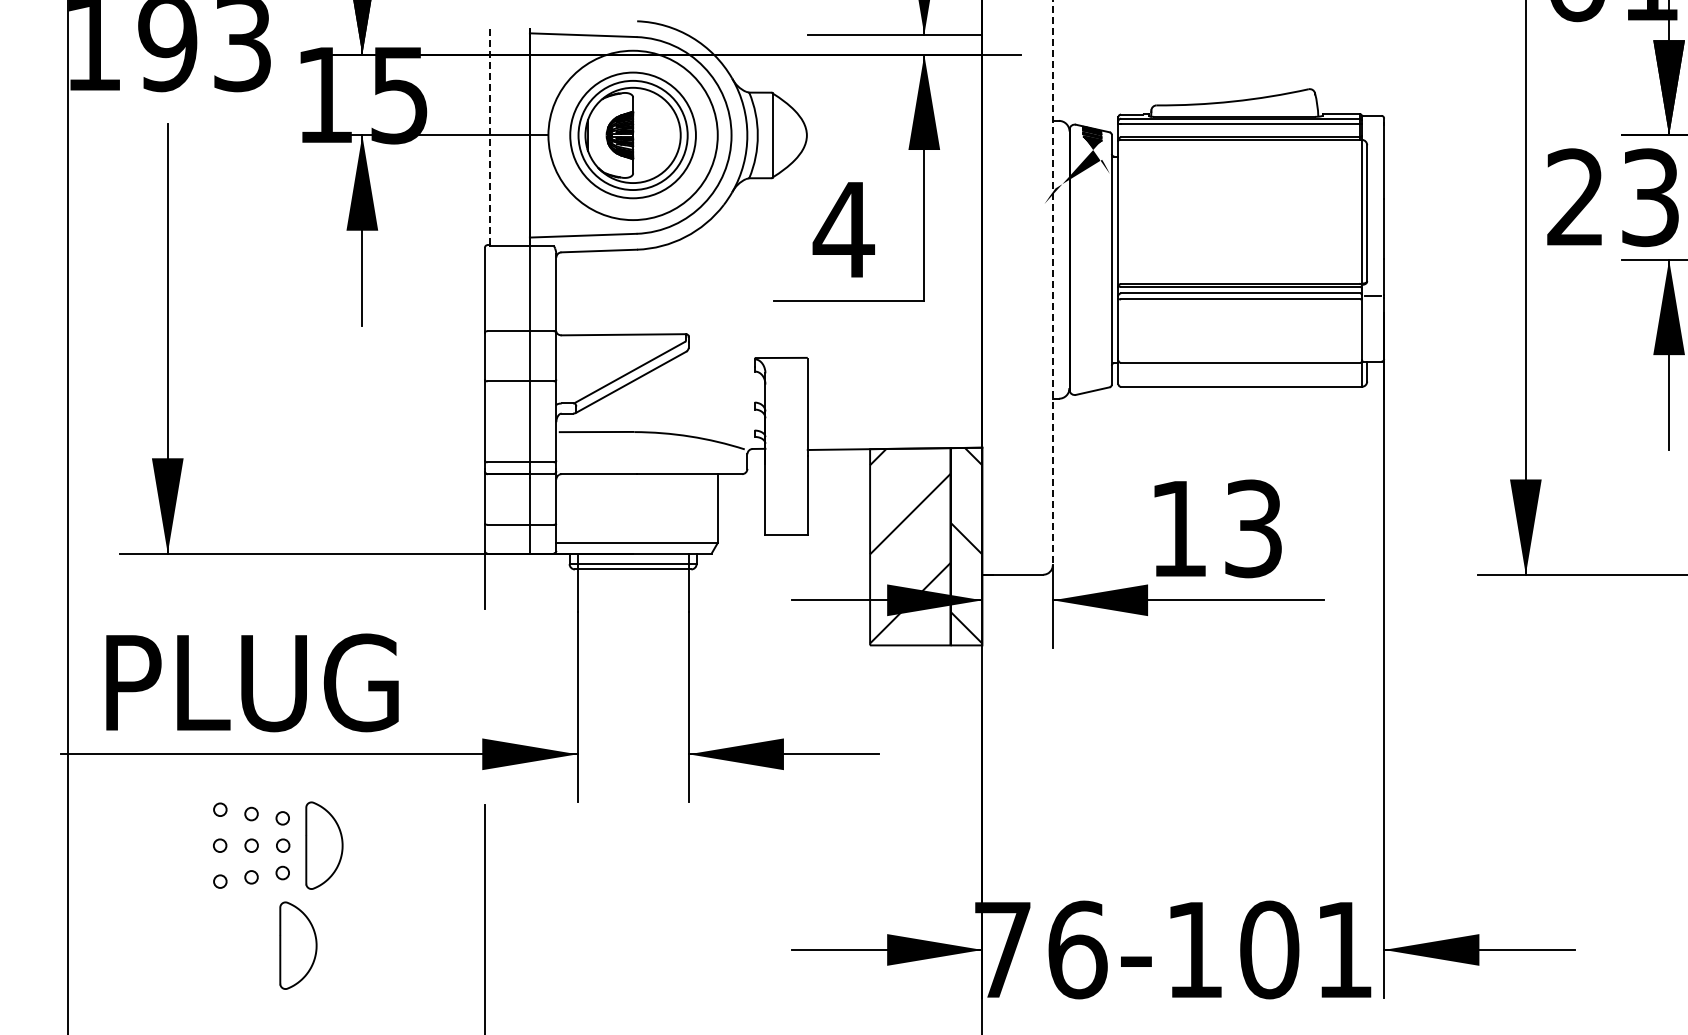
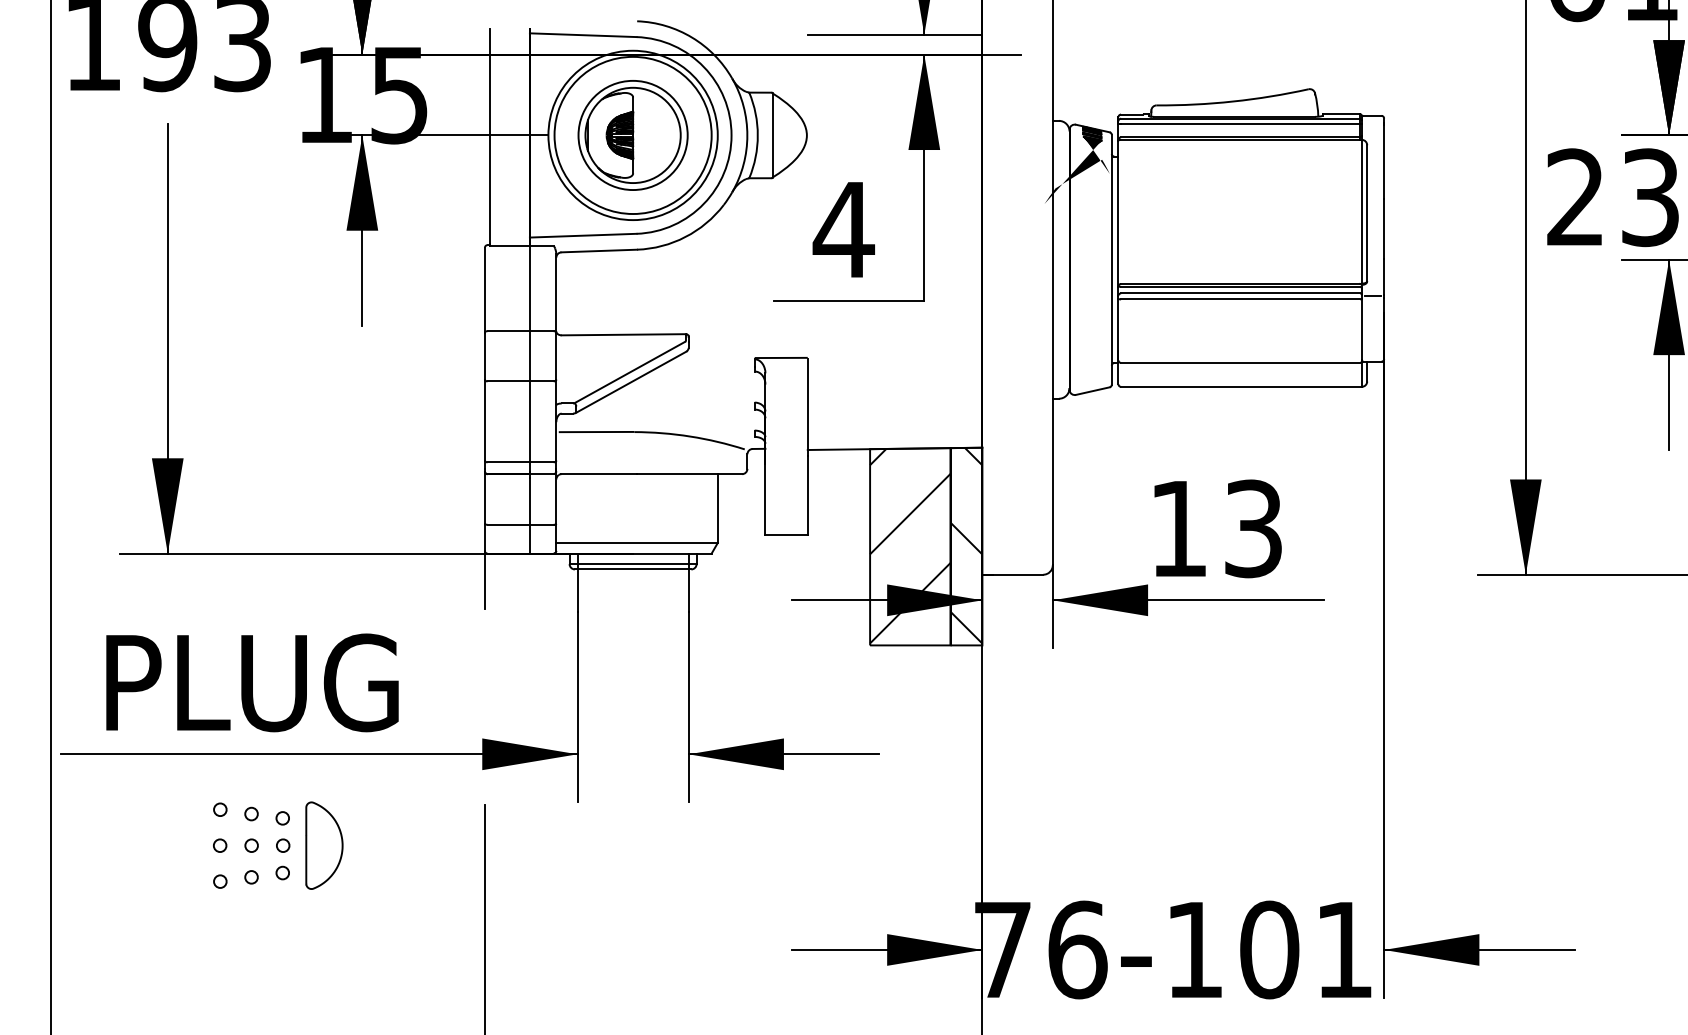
circle at (632, 135) diameter: 126 px -> 157 px
line at (490, 136): dashed -> solid
line at (1052, 283): dashed -> solid
line at (67, 516) position: (67, 516) -> (50, 516)
part at (298, 945): present -> none
